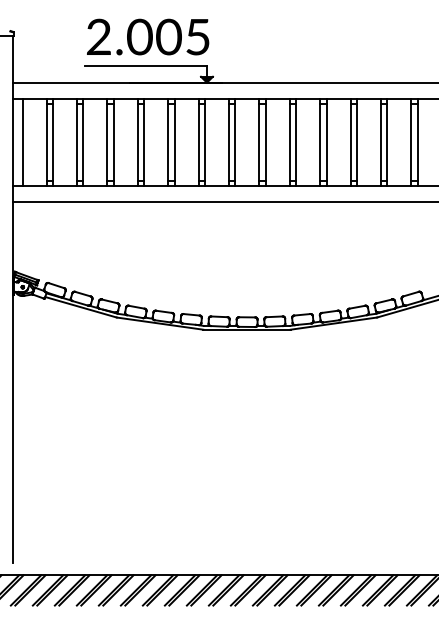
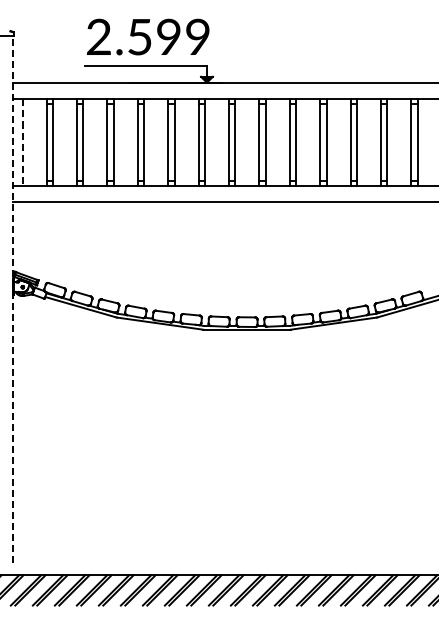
text at (168, 36): 2.005 -> 2.599
line at (22, 143): solid -> dashed
line at (13, 298): solid -> dashed
